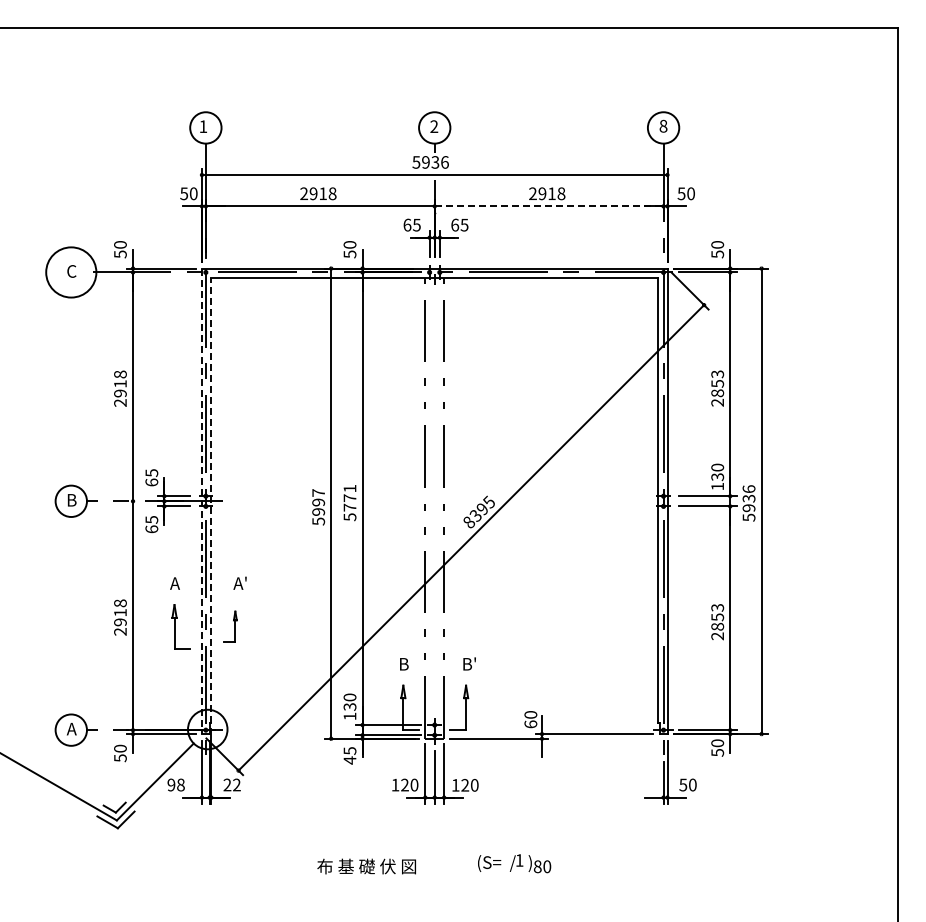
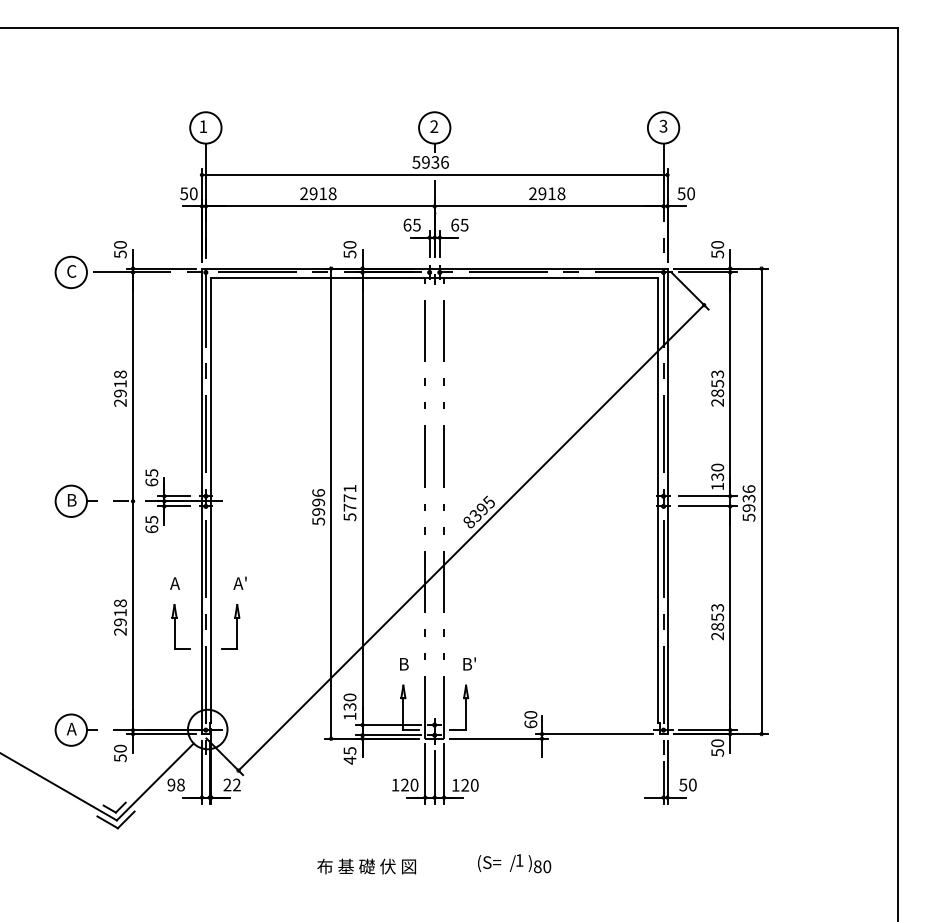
text at (663, 126): 8 -> 3
line at (549, 206): dashed -> solid
circle at (71, 272) diameter: 50 px -> 31 px
text at (318, 492): 5997 -> 5996
line at (211, 499): dashed -> solid
line at (201, 501): dashed -> solid
part at (230, 626) size: 15x33 px -> 20x46 px
